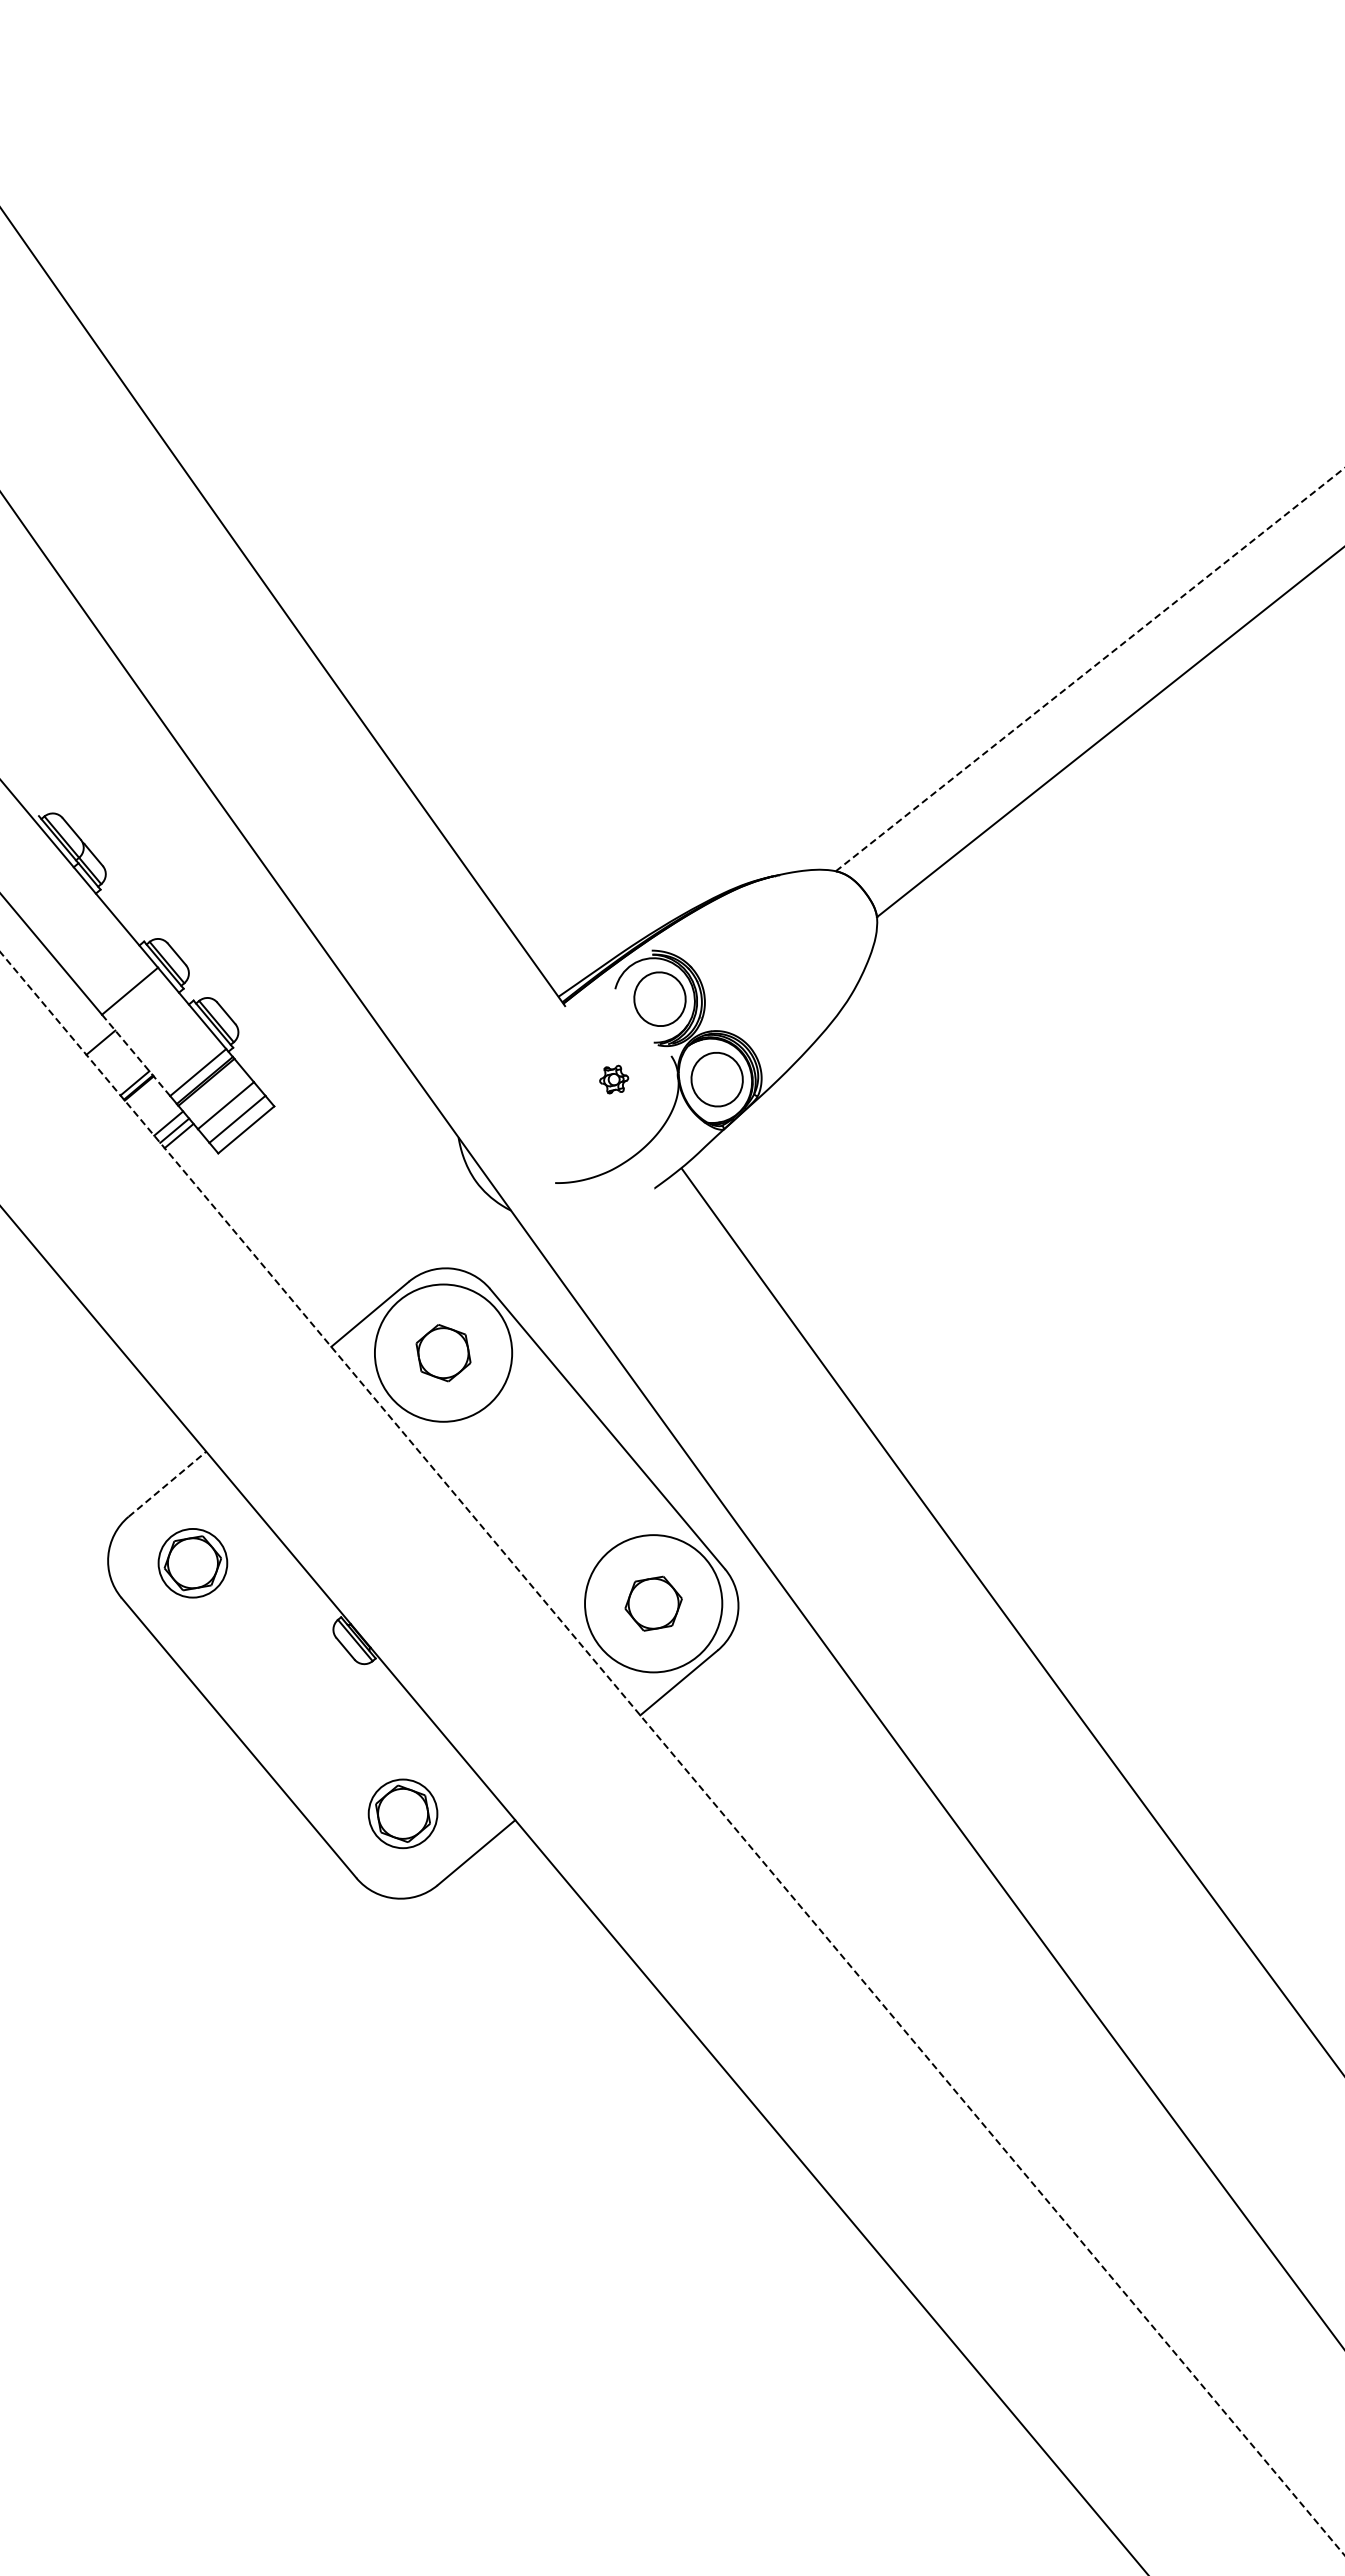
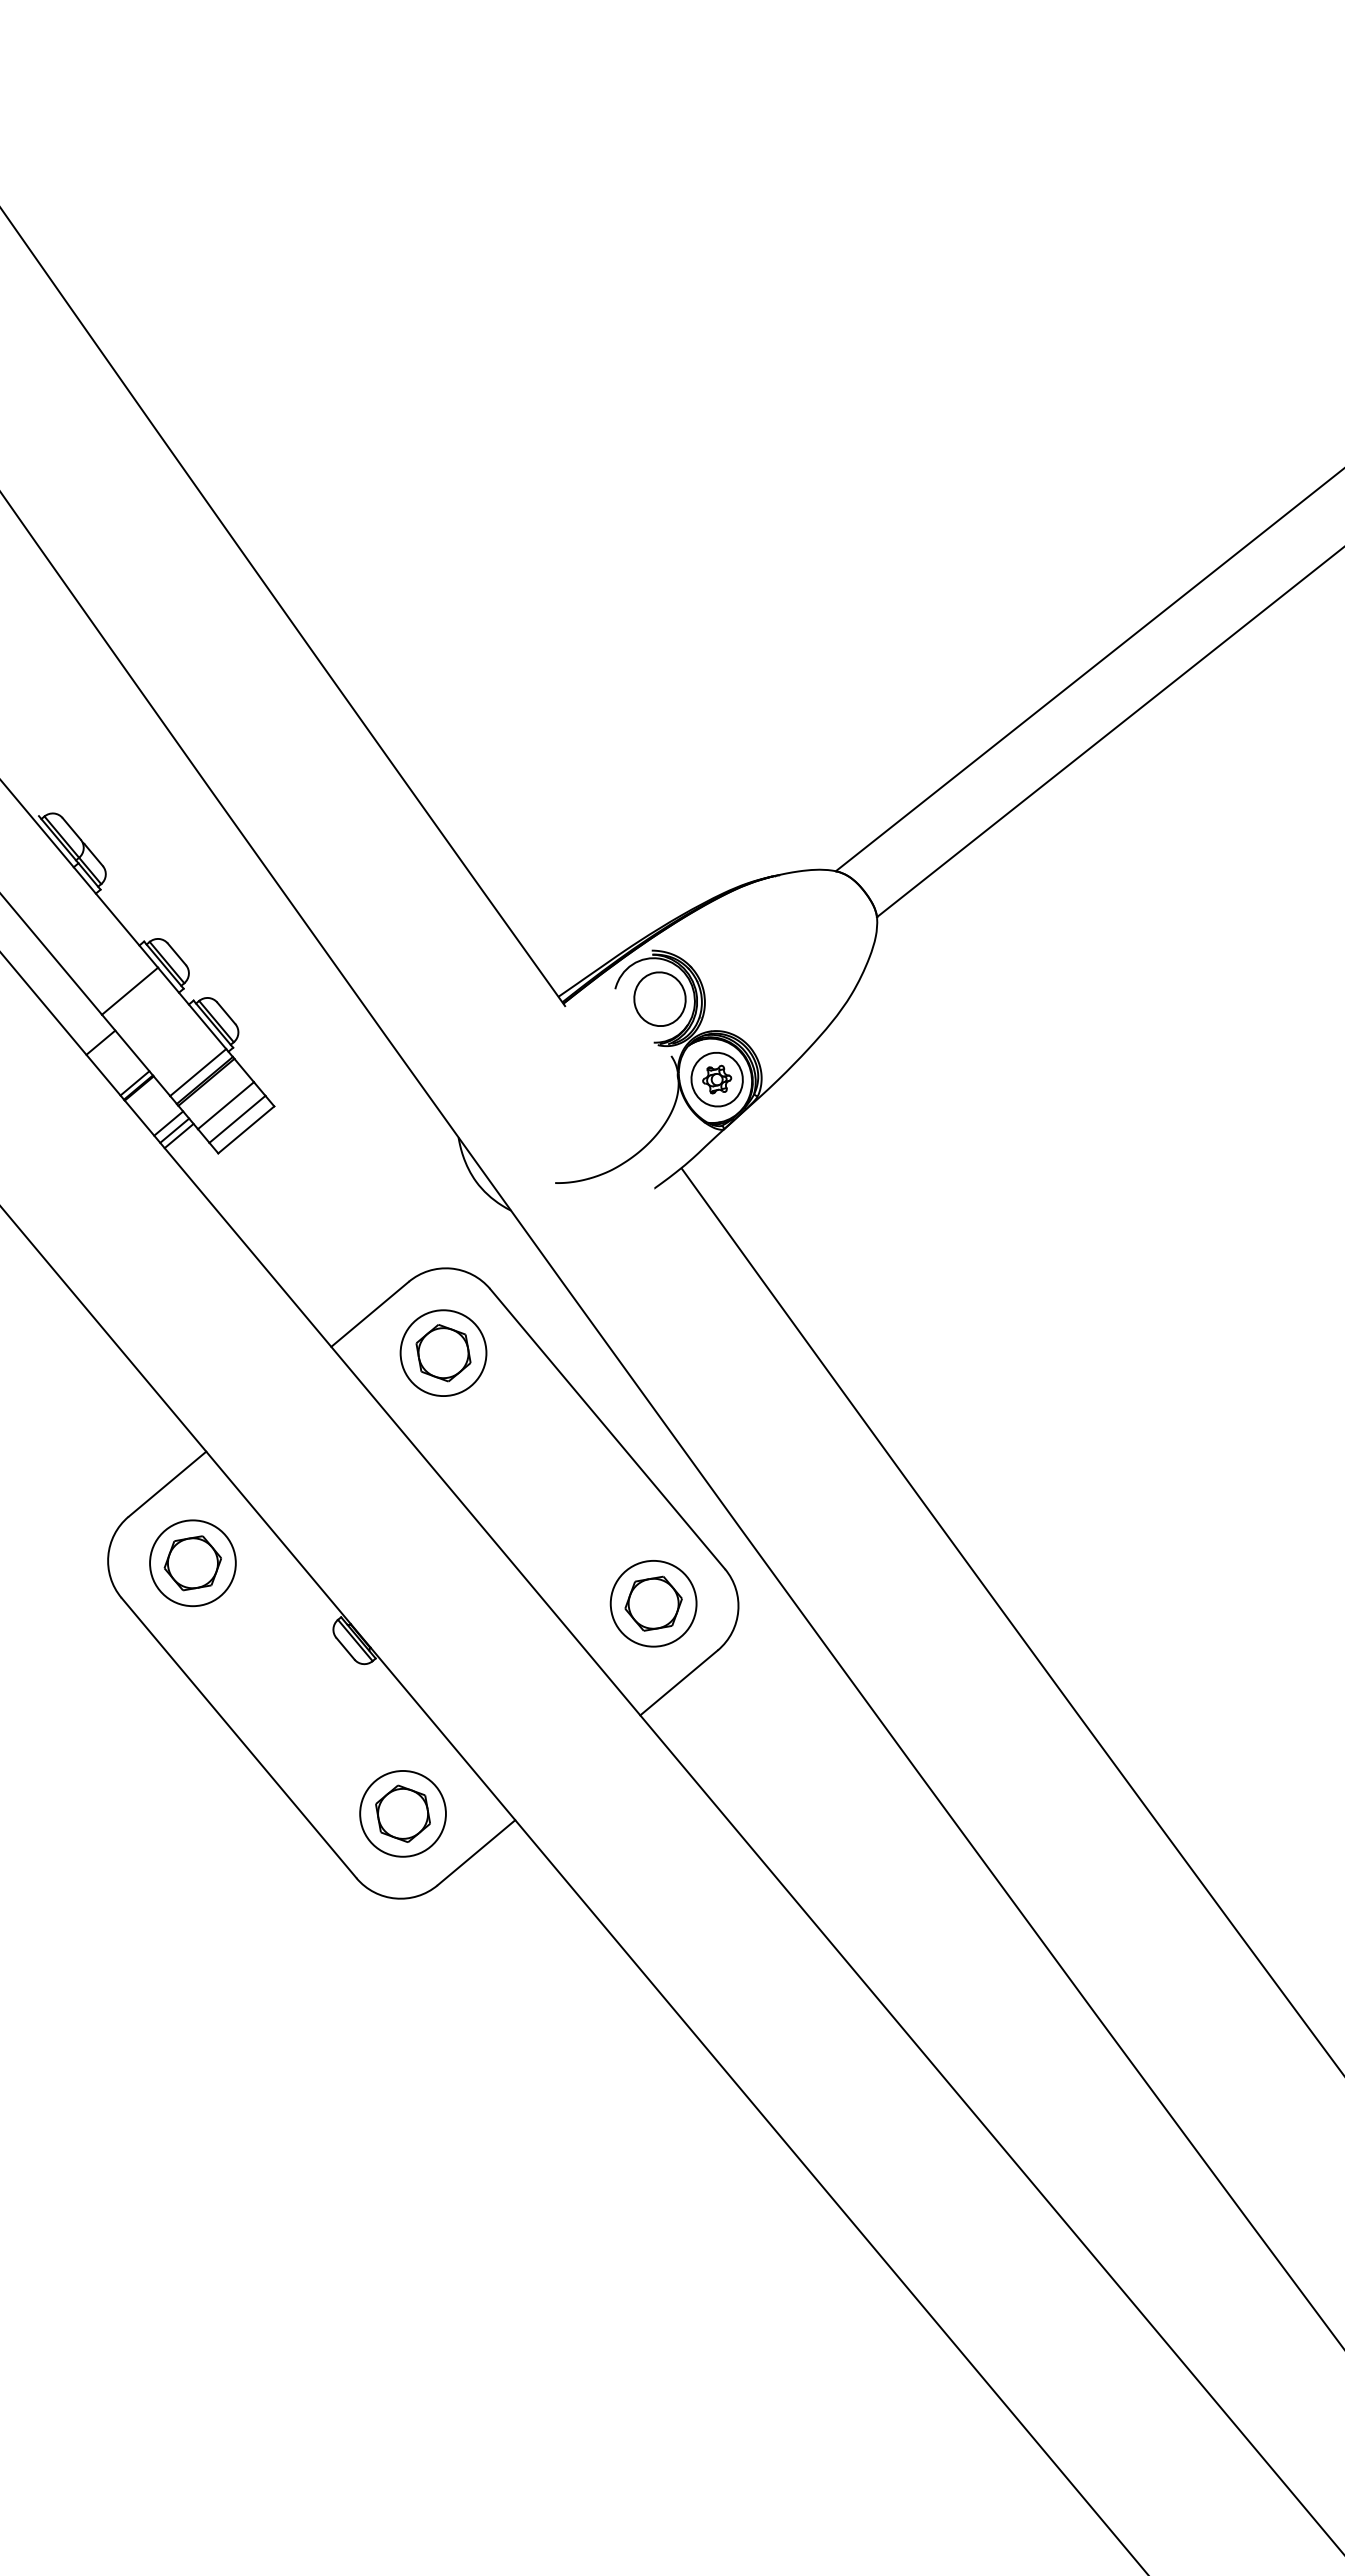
line at (1090, 669): dashed -> solid
line at (135, 1055): dashed -> solid
part at (614, 1079) position: (614, 1079) -> (717, 1079)
circle at (443, 1352) diameter: 137 px -> 86 px
line at (167, 1484): dashed -> solid
circle at (192, 1562) diameter: 69 px -> 86 px
circle at (653, 1603) diameter: 137 px -> 86 px
line at (672, 1753): dashed -> solid
circle at (402, 1813) diameter: 69 px -> 86 px
